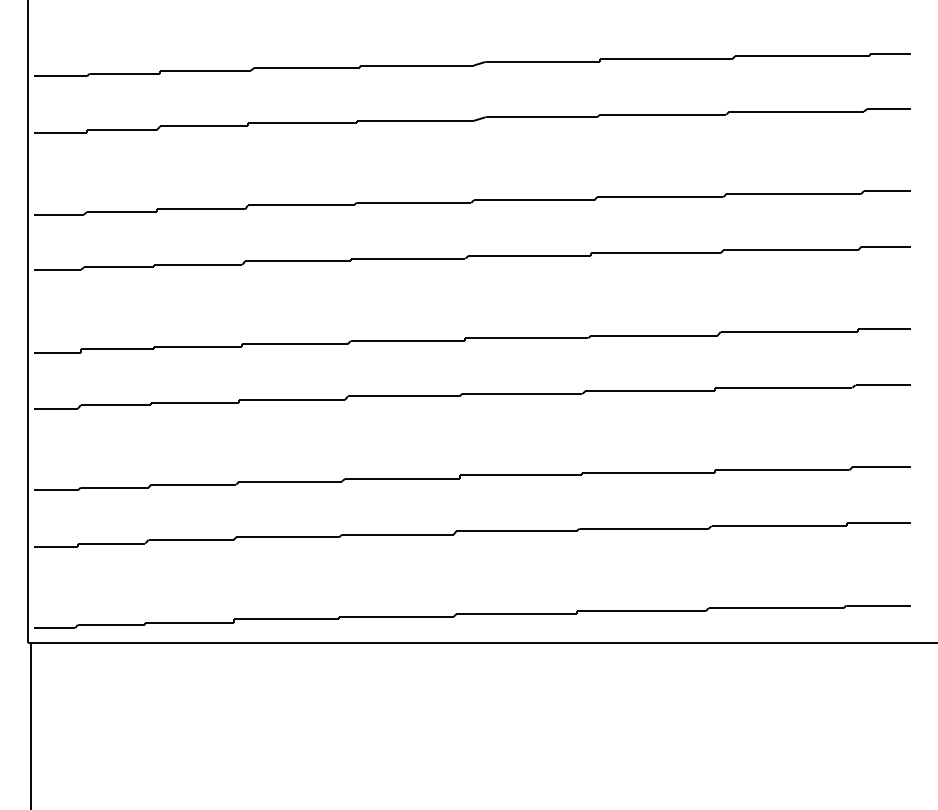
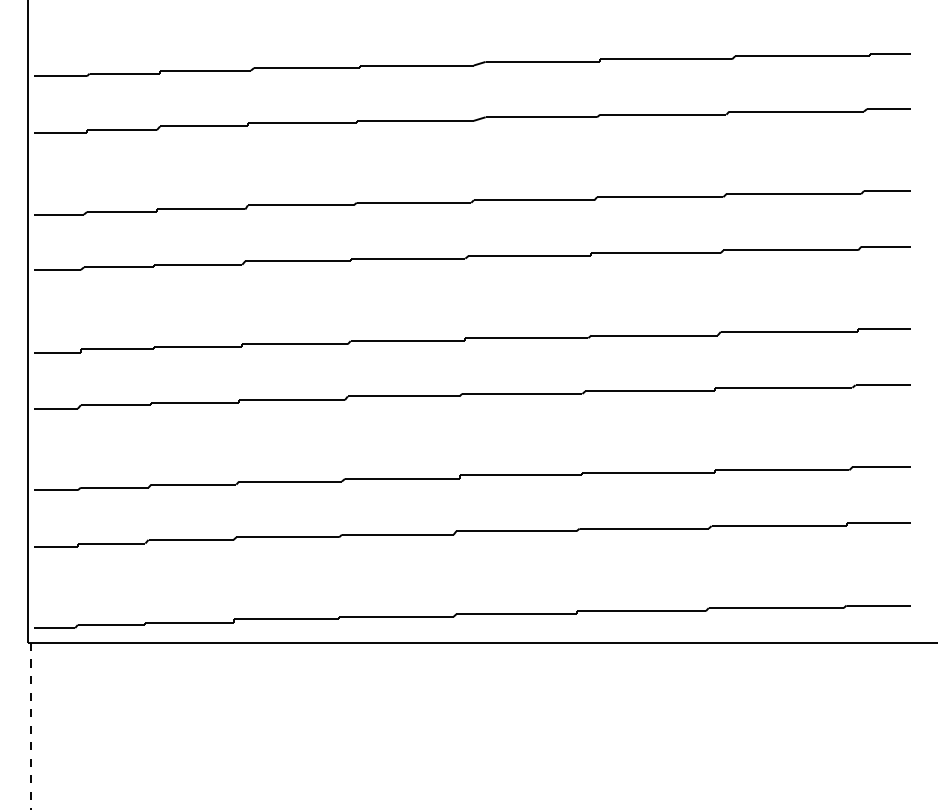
line at (30, 726): solid -> dashed
